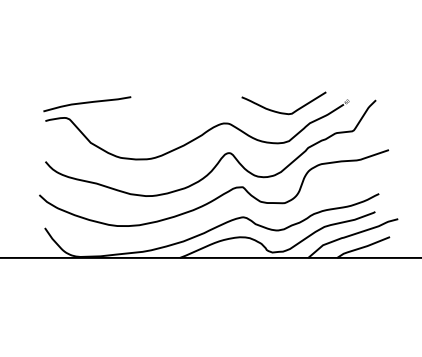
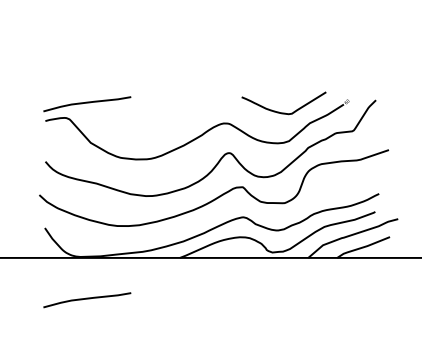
curve at (87, 299): none -> present
